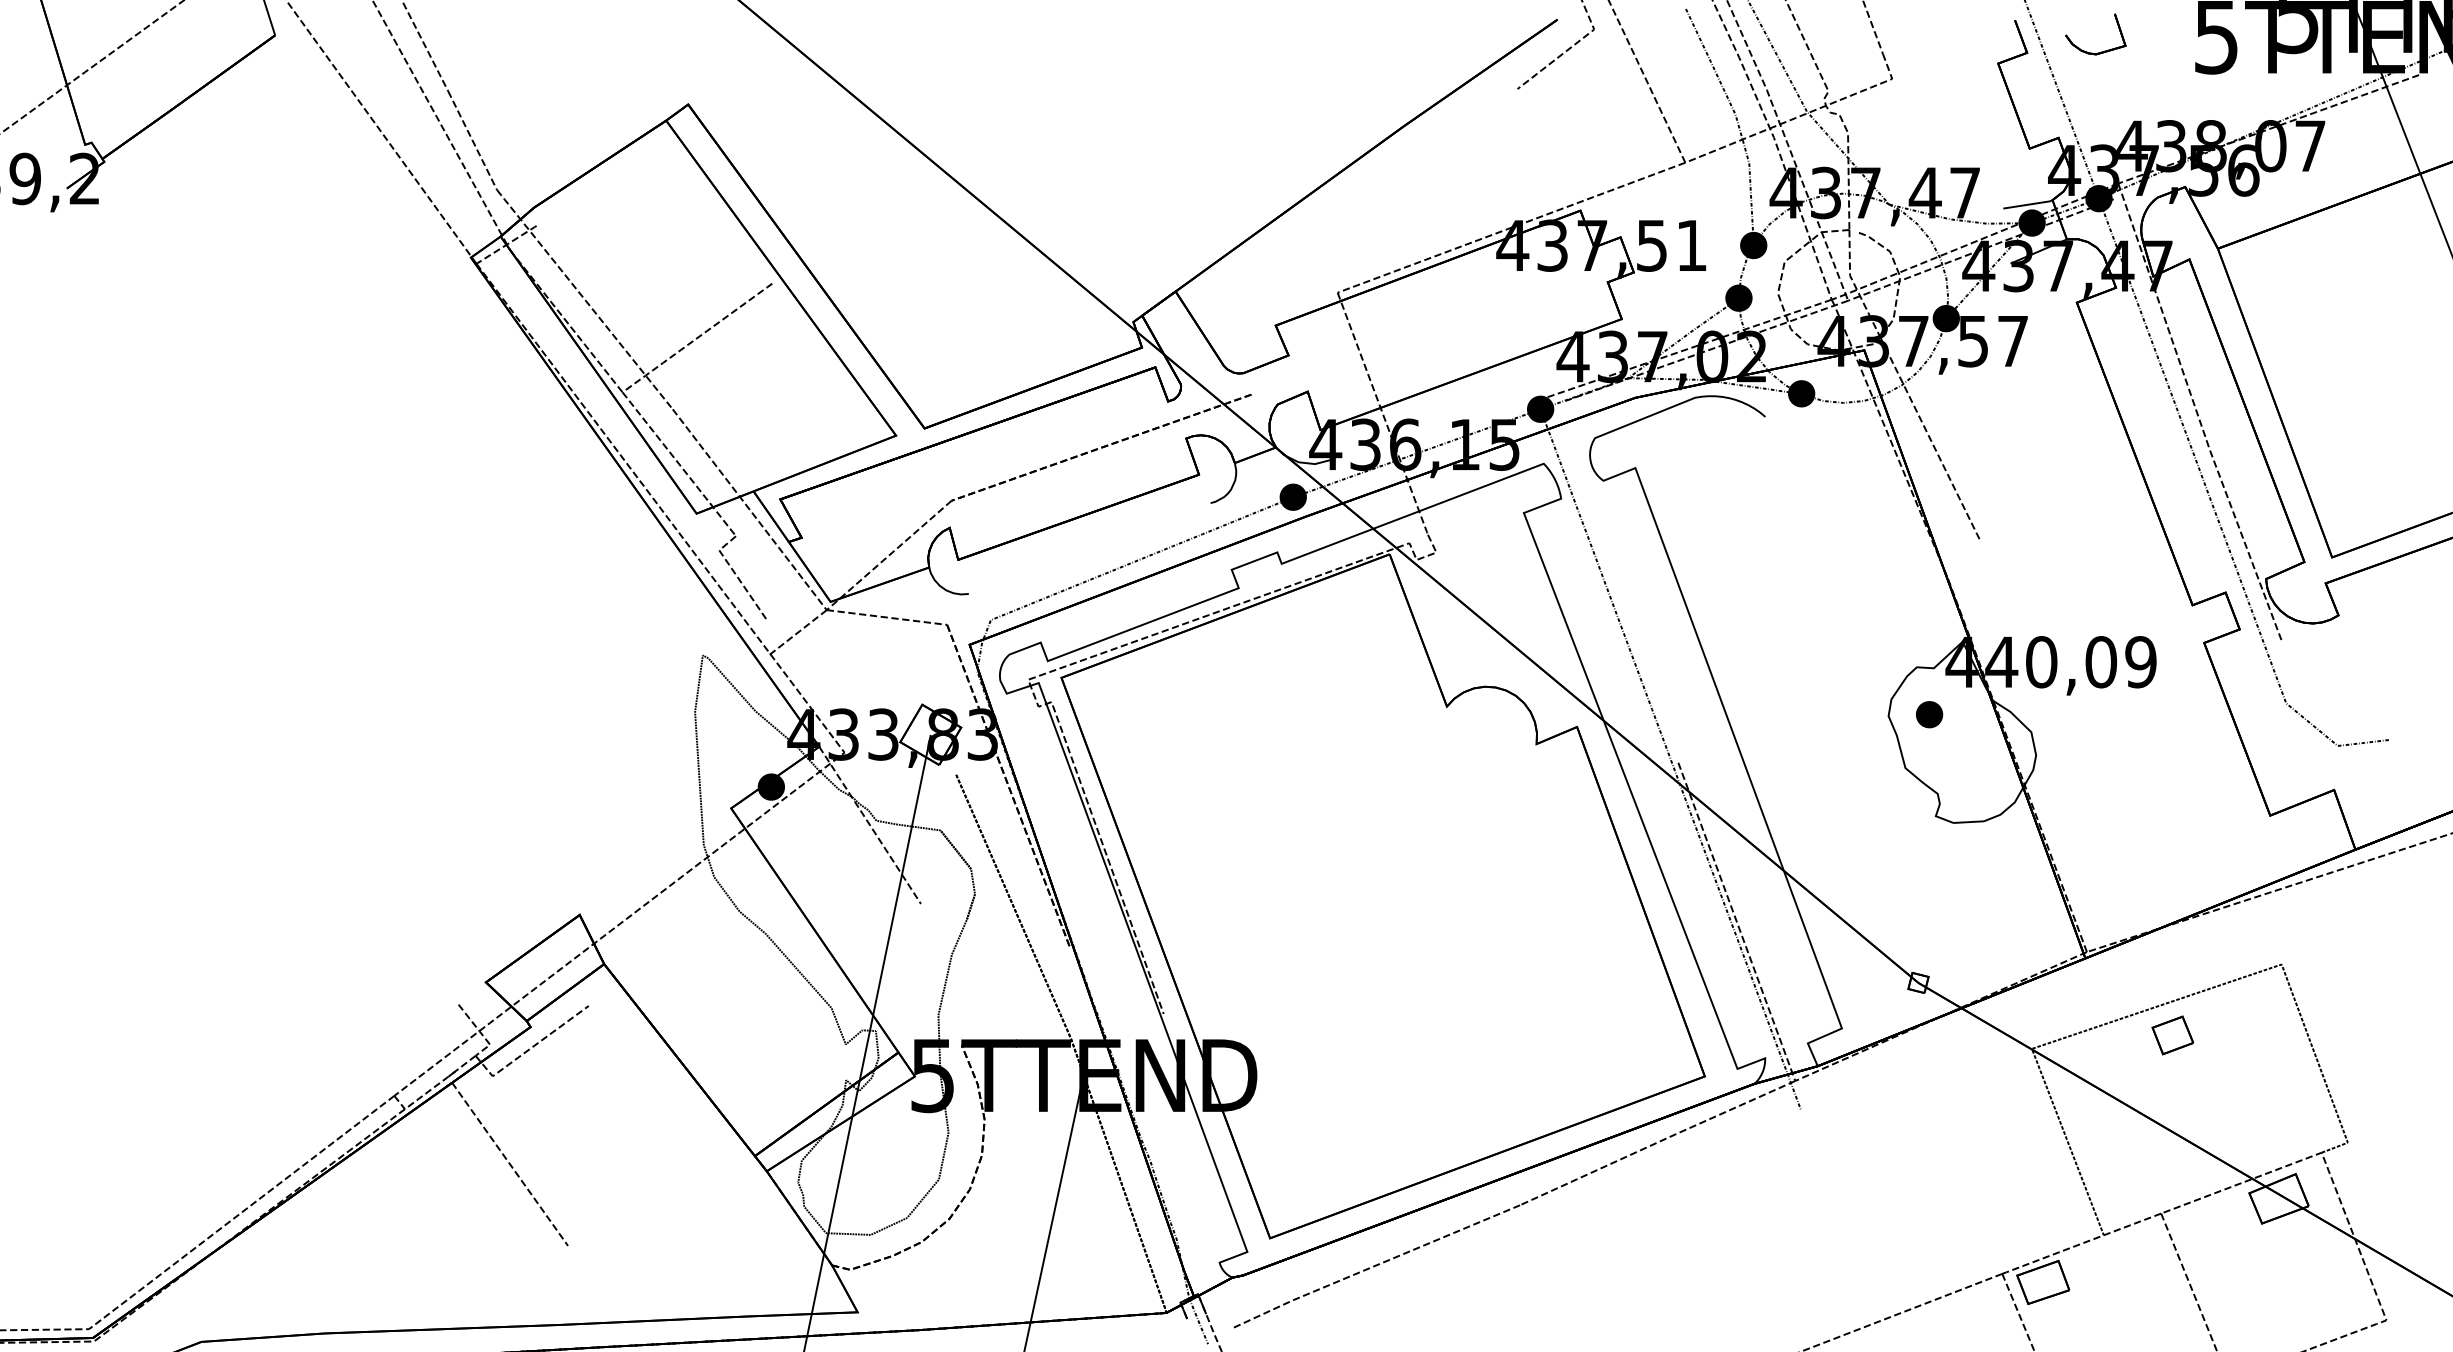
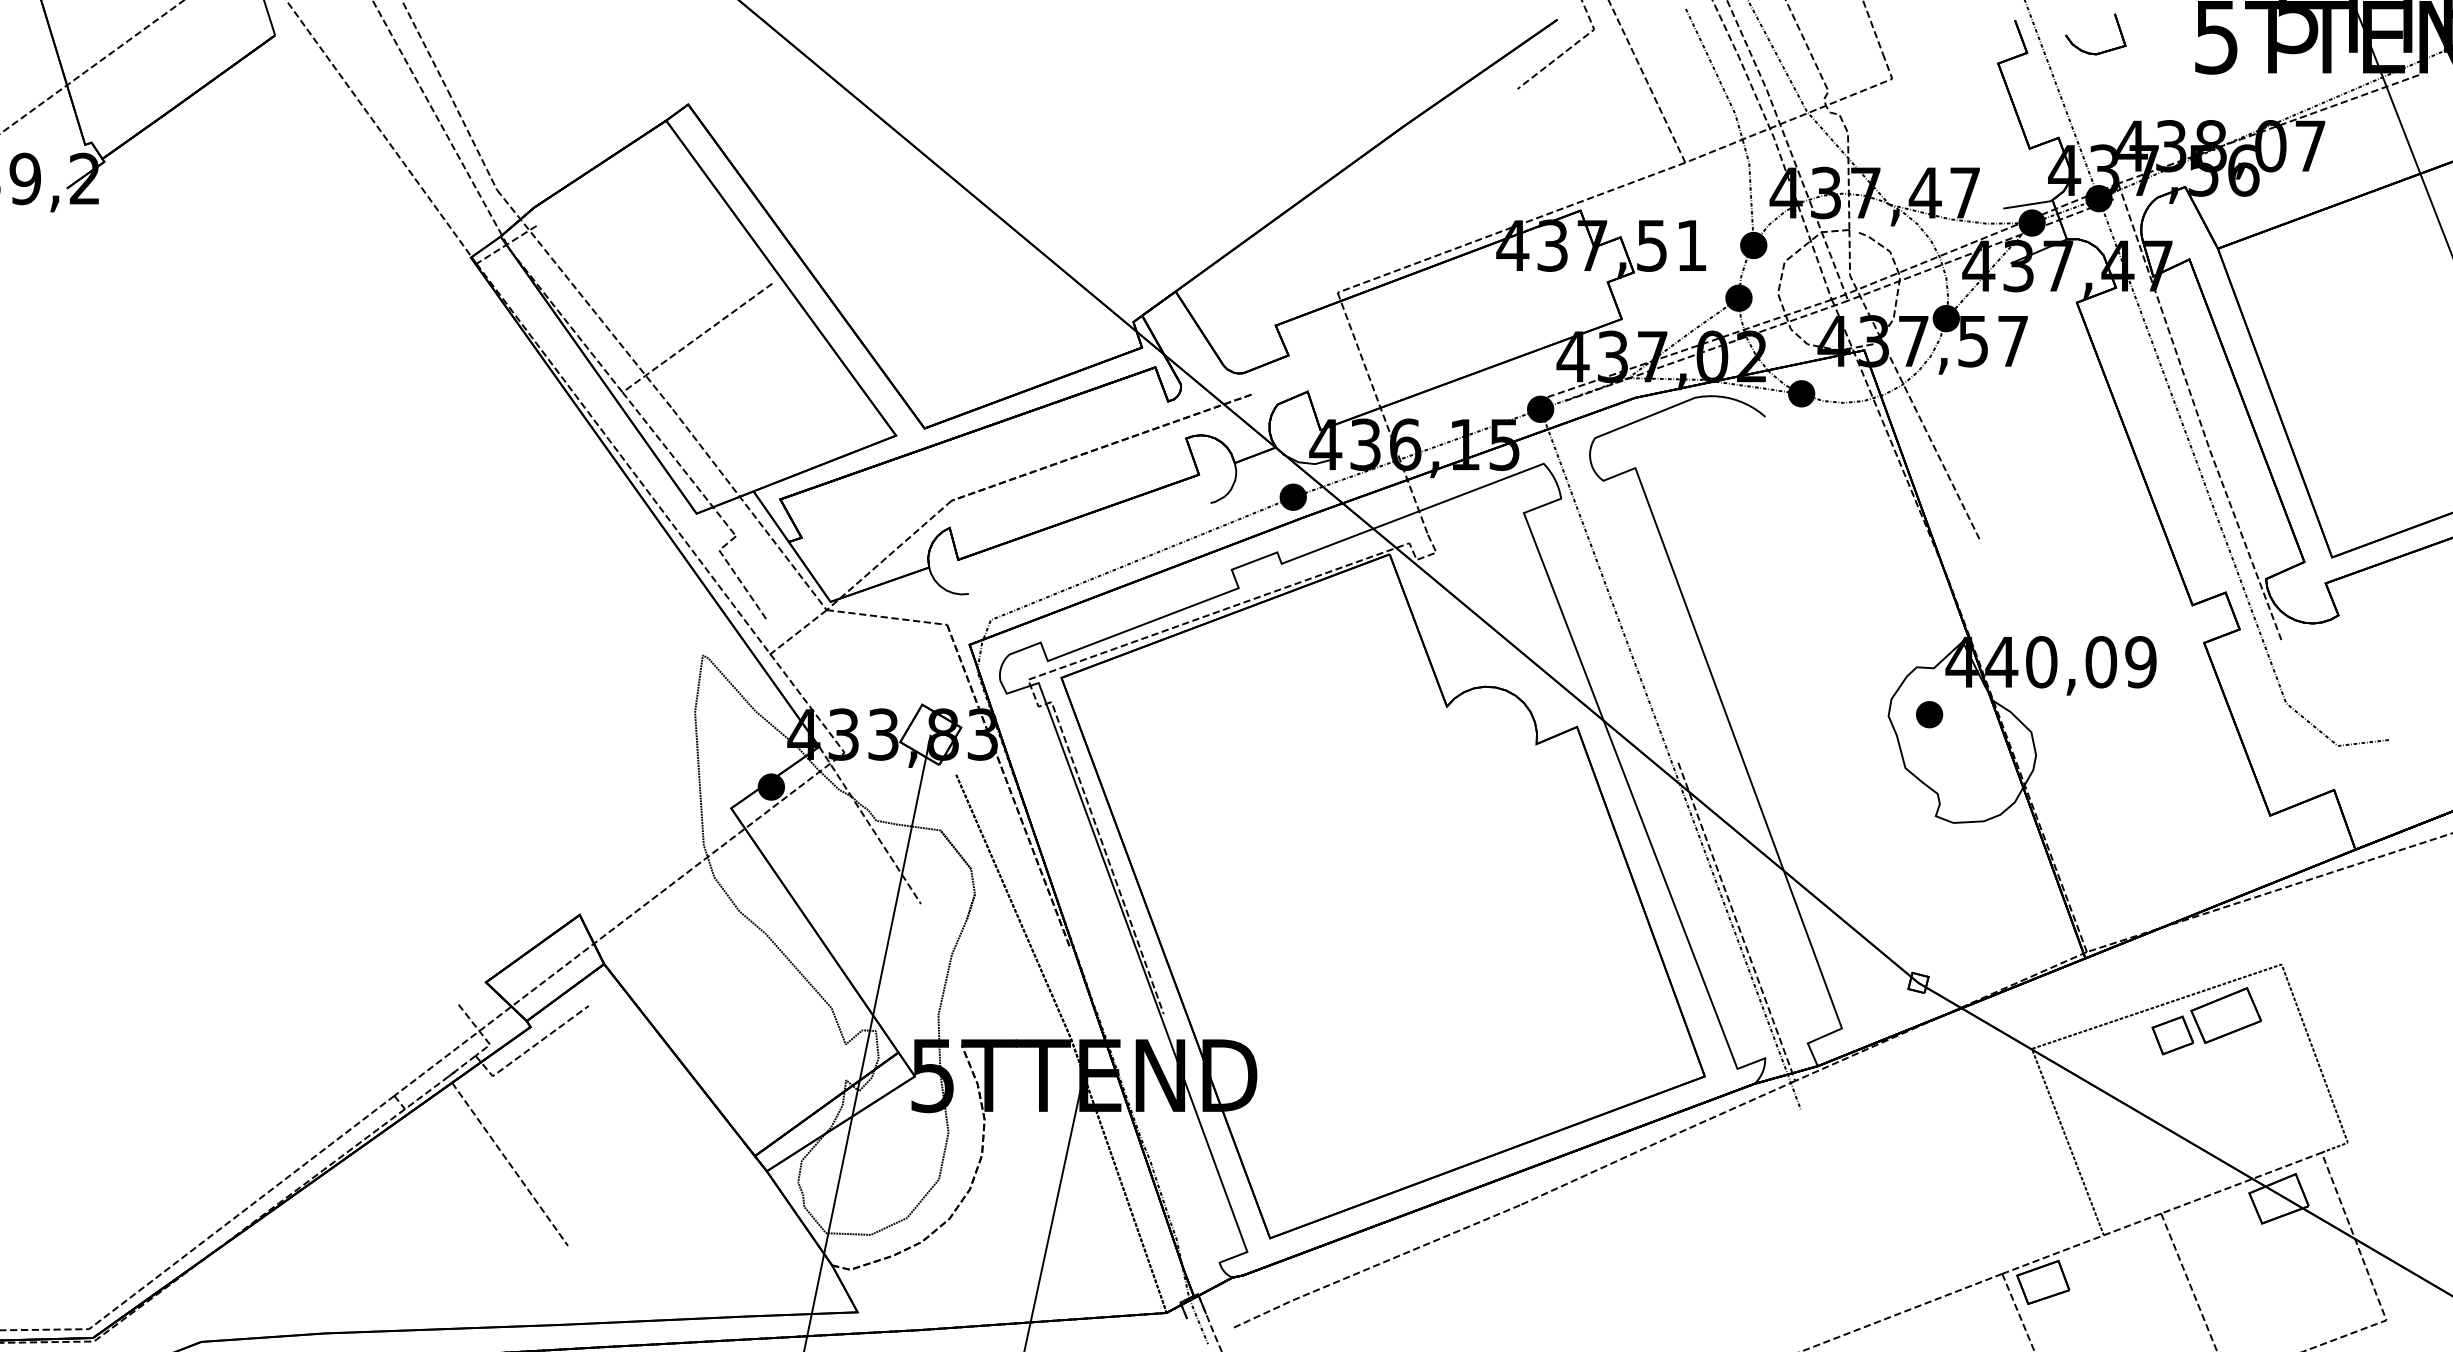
part at (2225, 1015): none -> present
